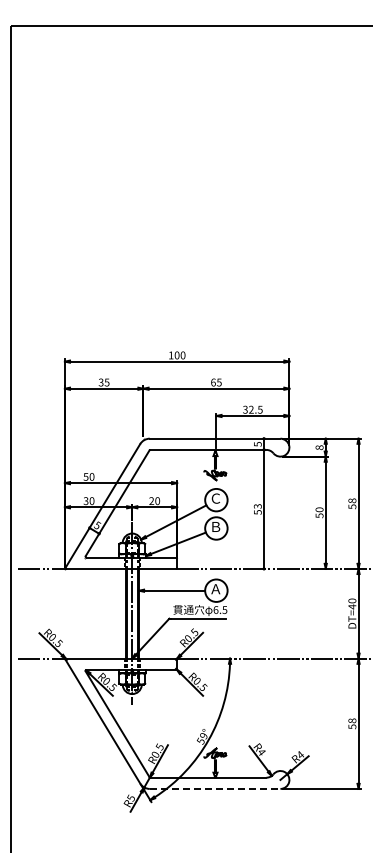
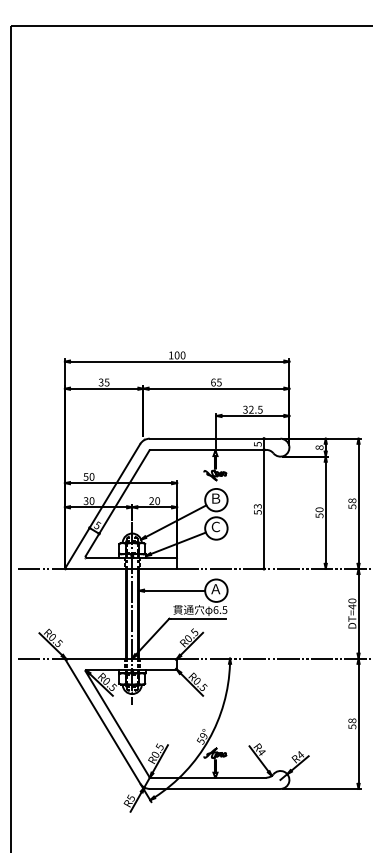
text at (215, 498): Ｃ -> Ｂ
text at (215, 526): Ｂ -> Ｃ
line at (215, 788): dashed -> solid
